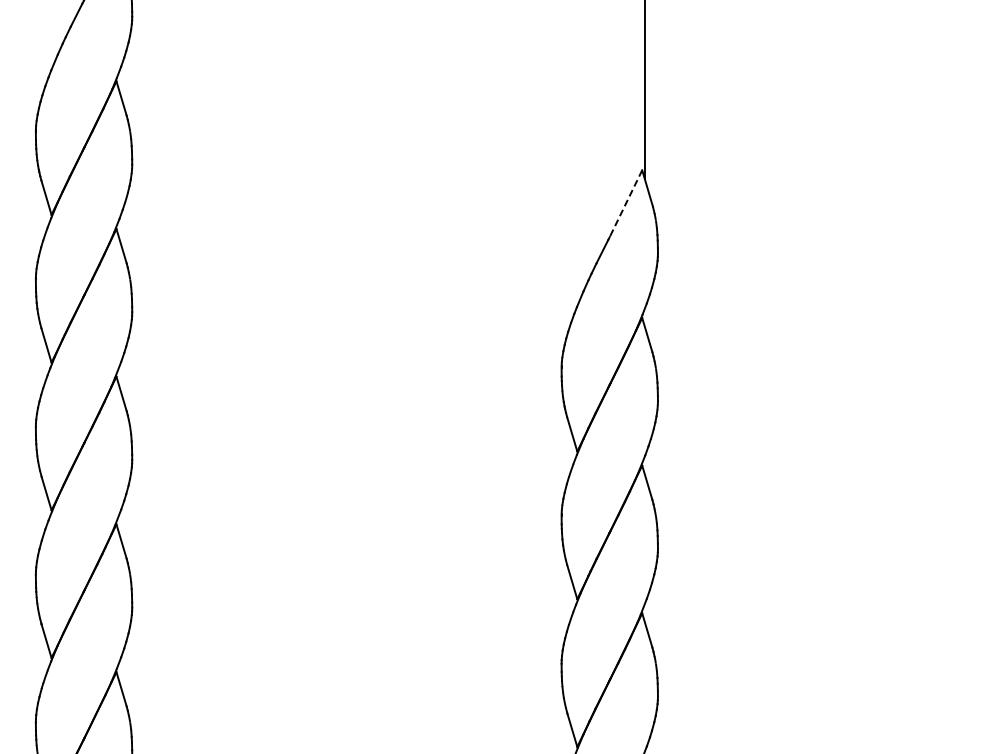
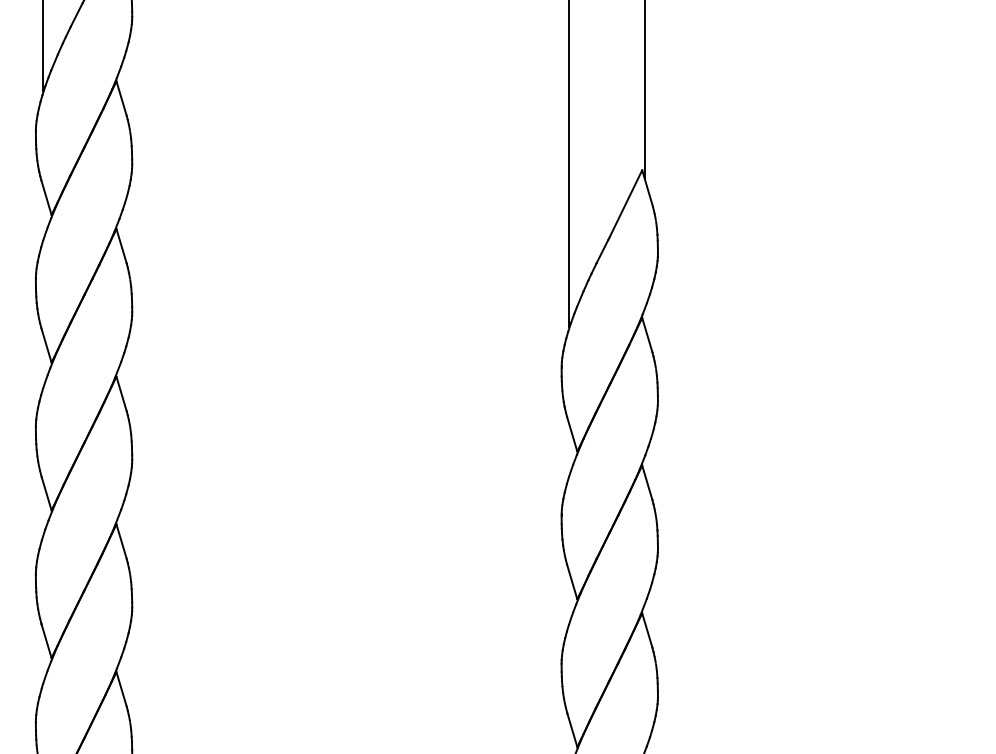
line at (42, 46): none -> present
line at (568, 164): none -> present
line at (625, 204): dashed -> solid
